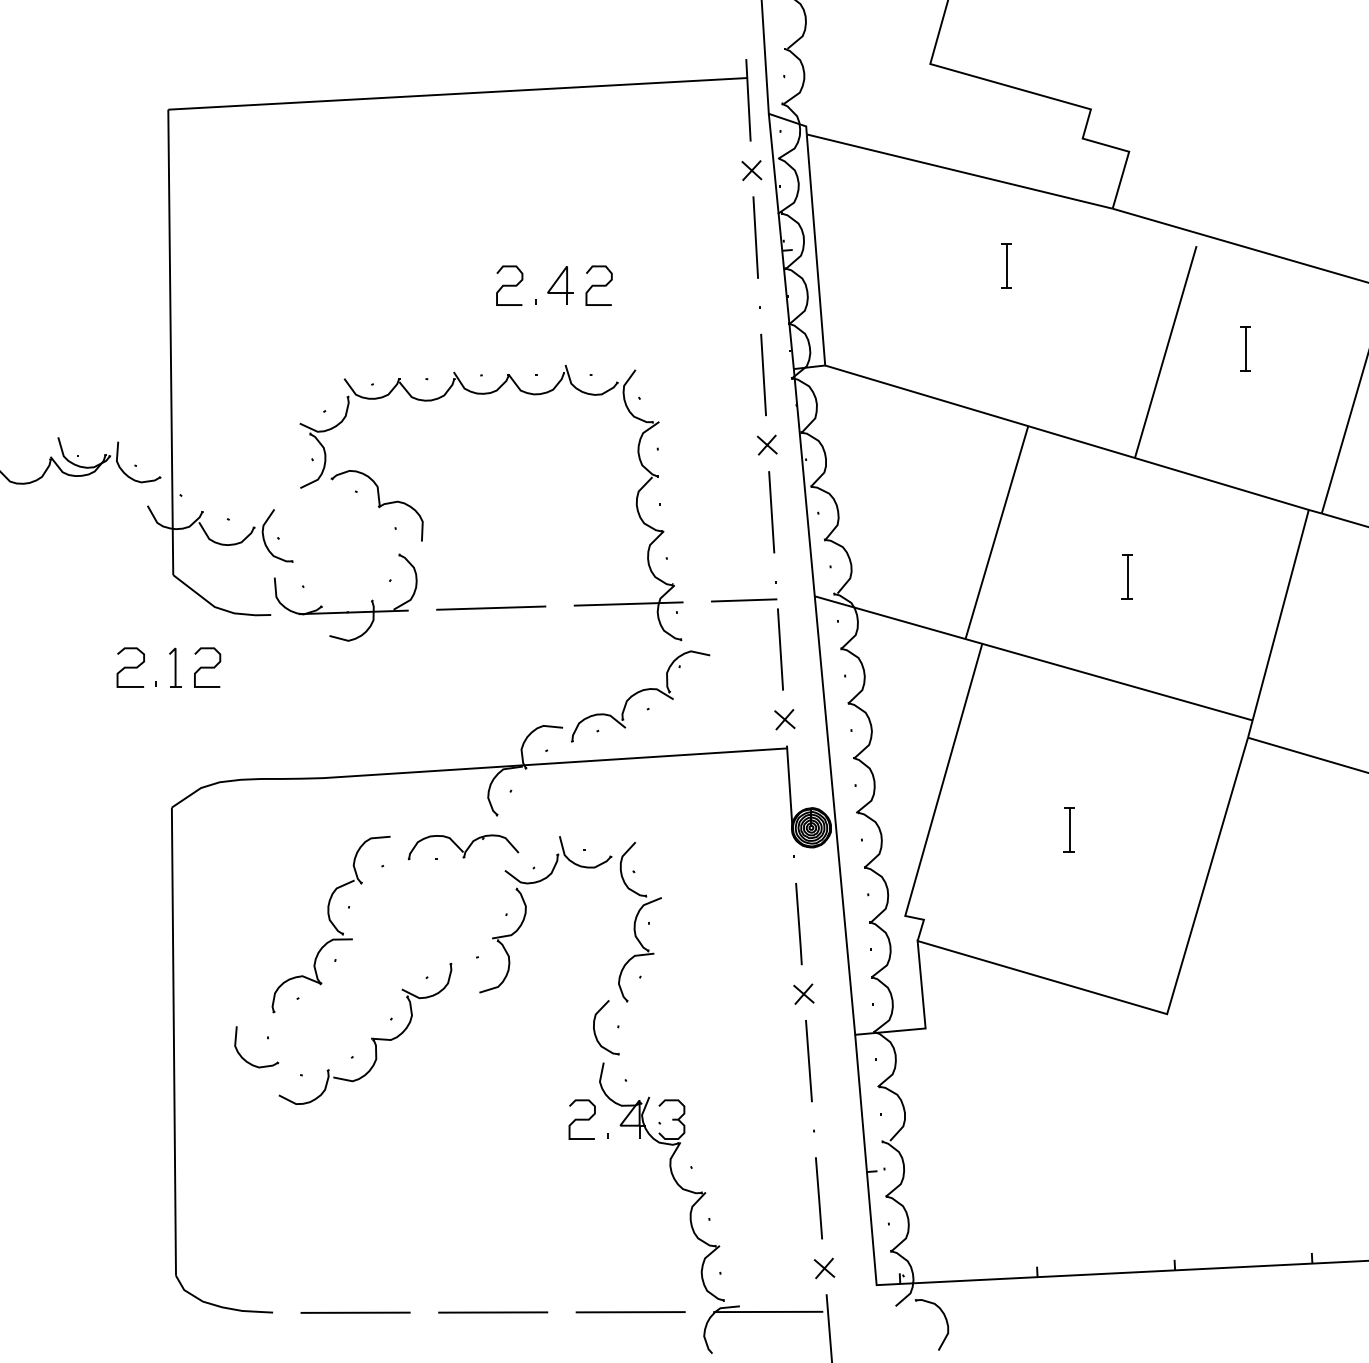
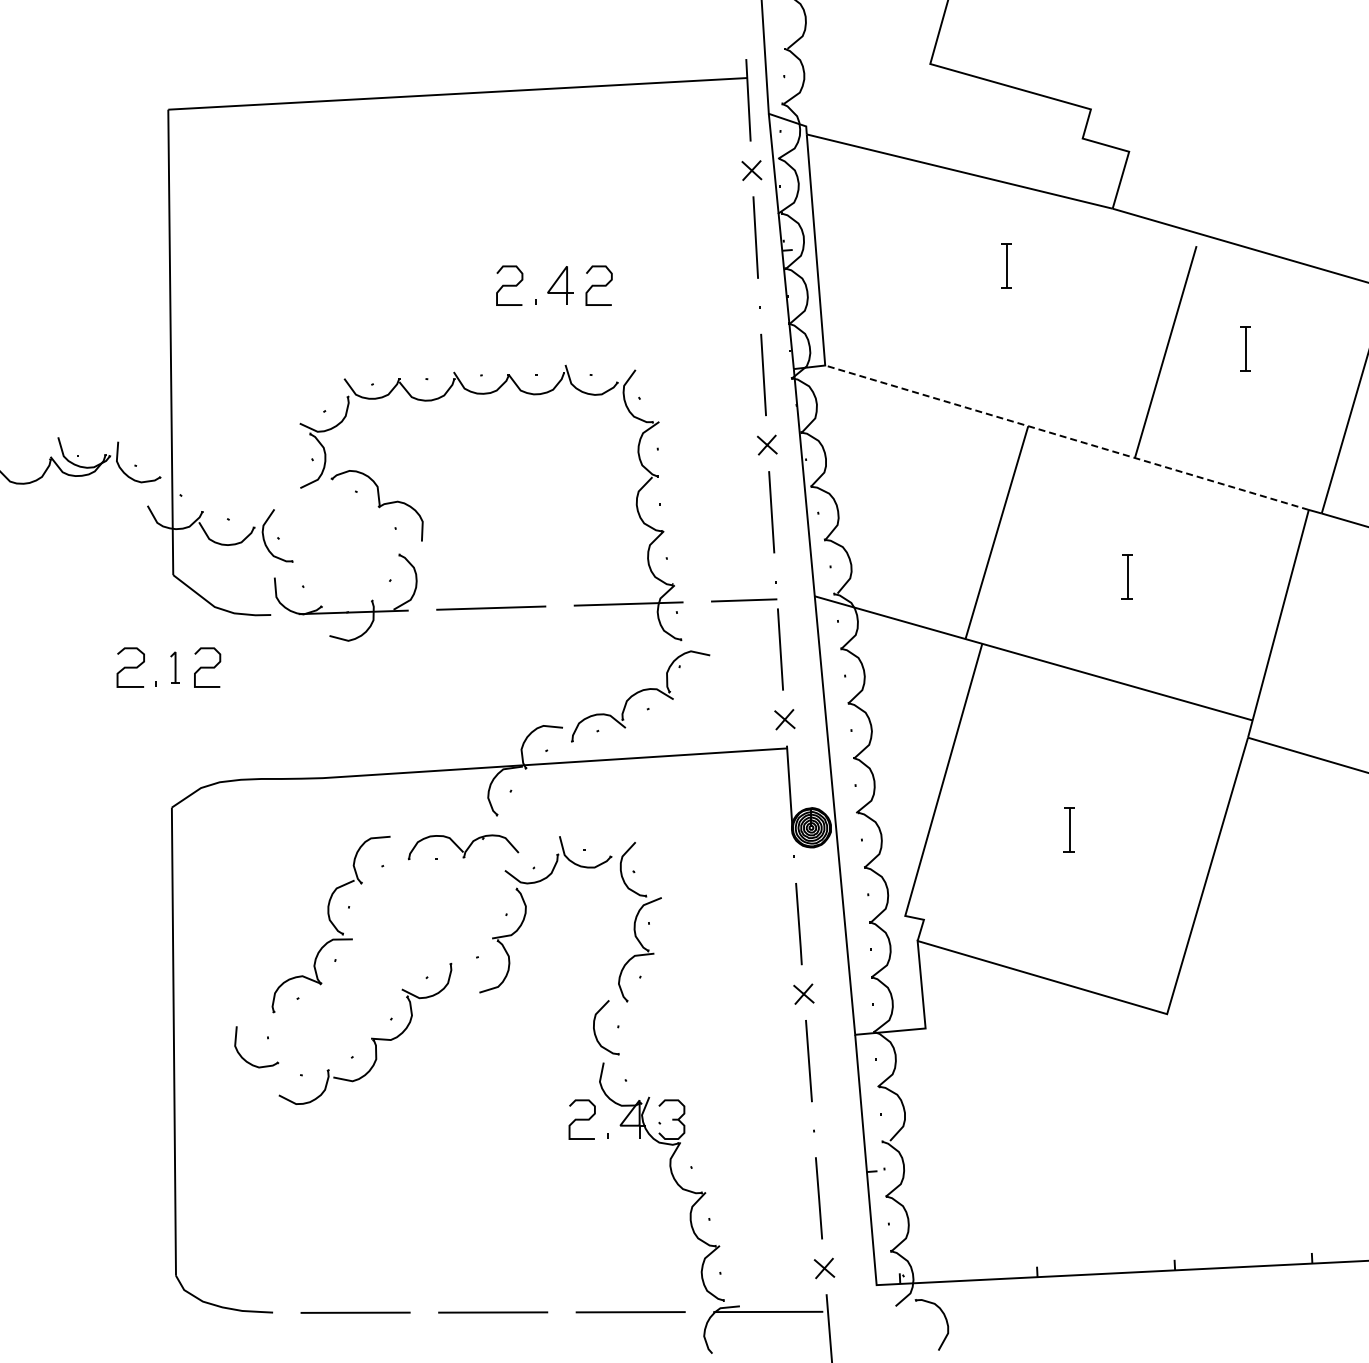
line at (1066, 437): solid -> dashed
part at (175, 667) size: 13x41 px -> 10x33 px
